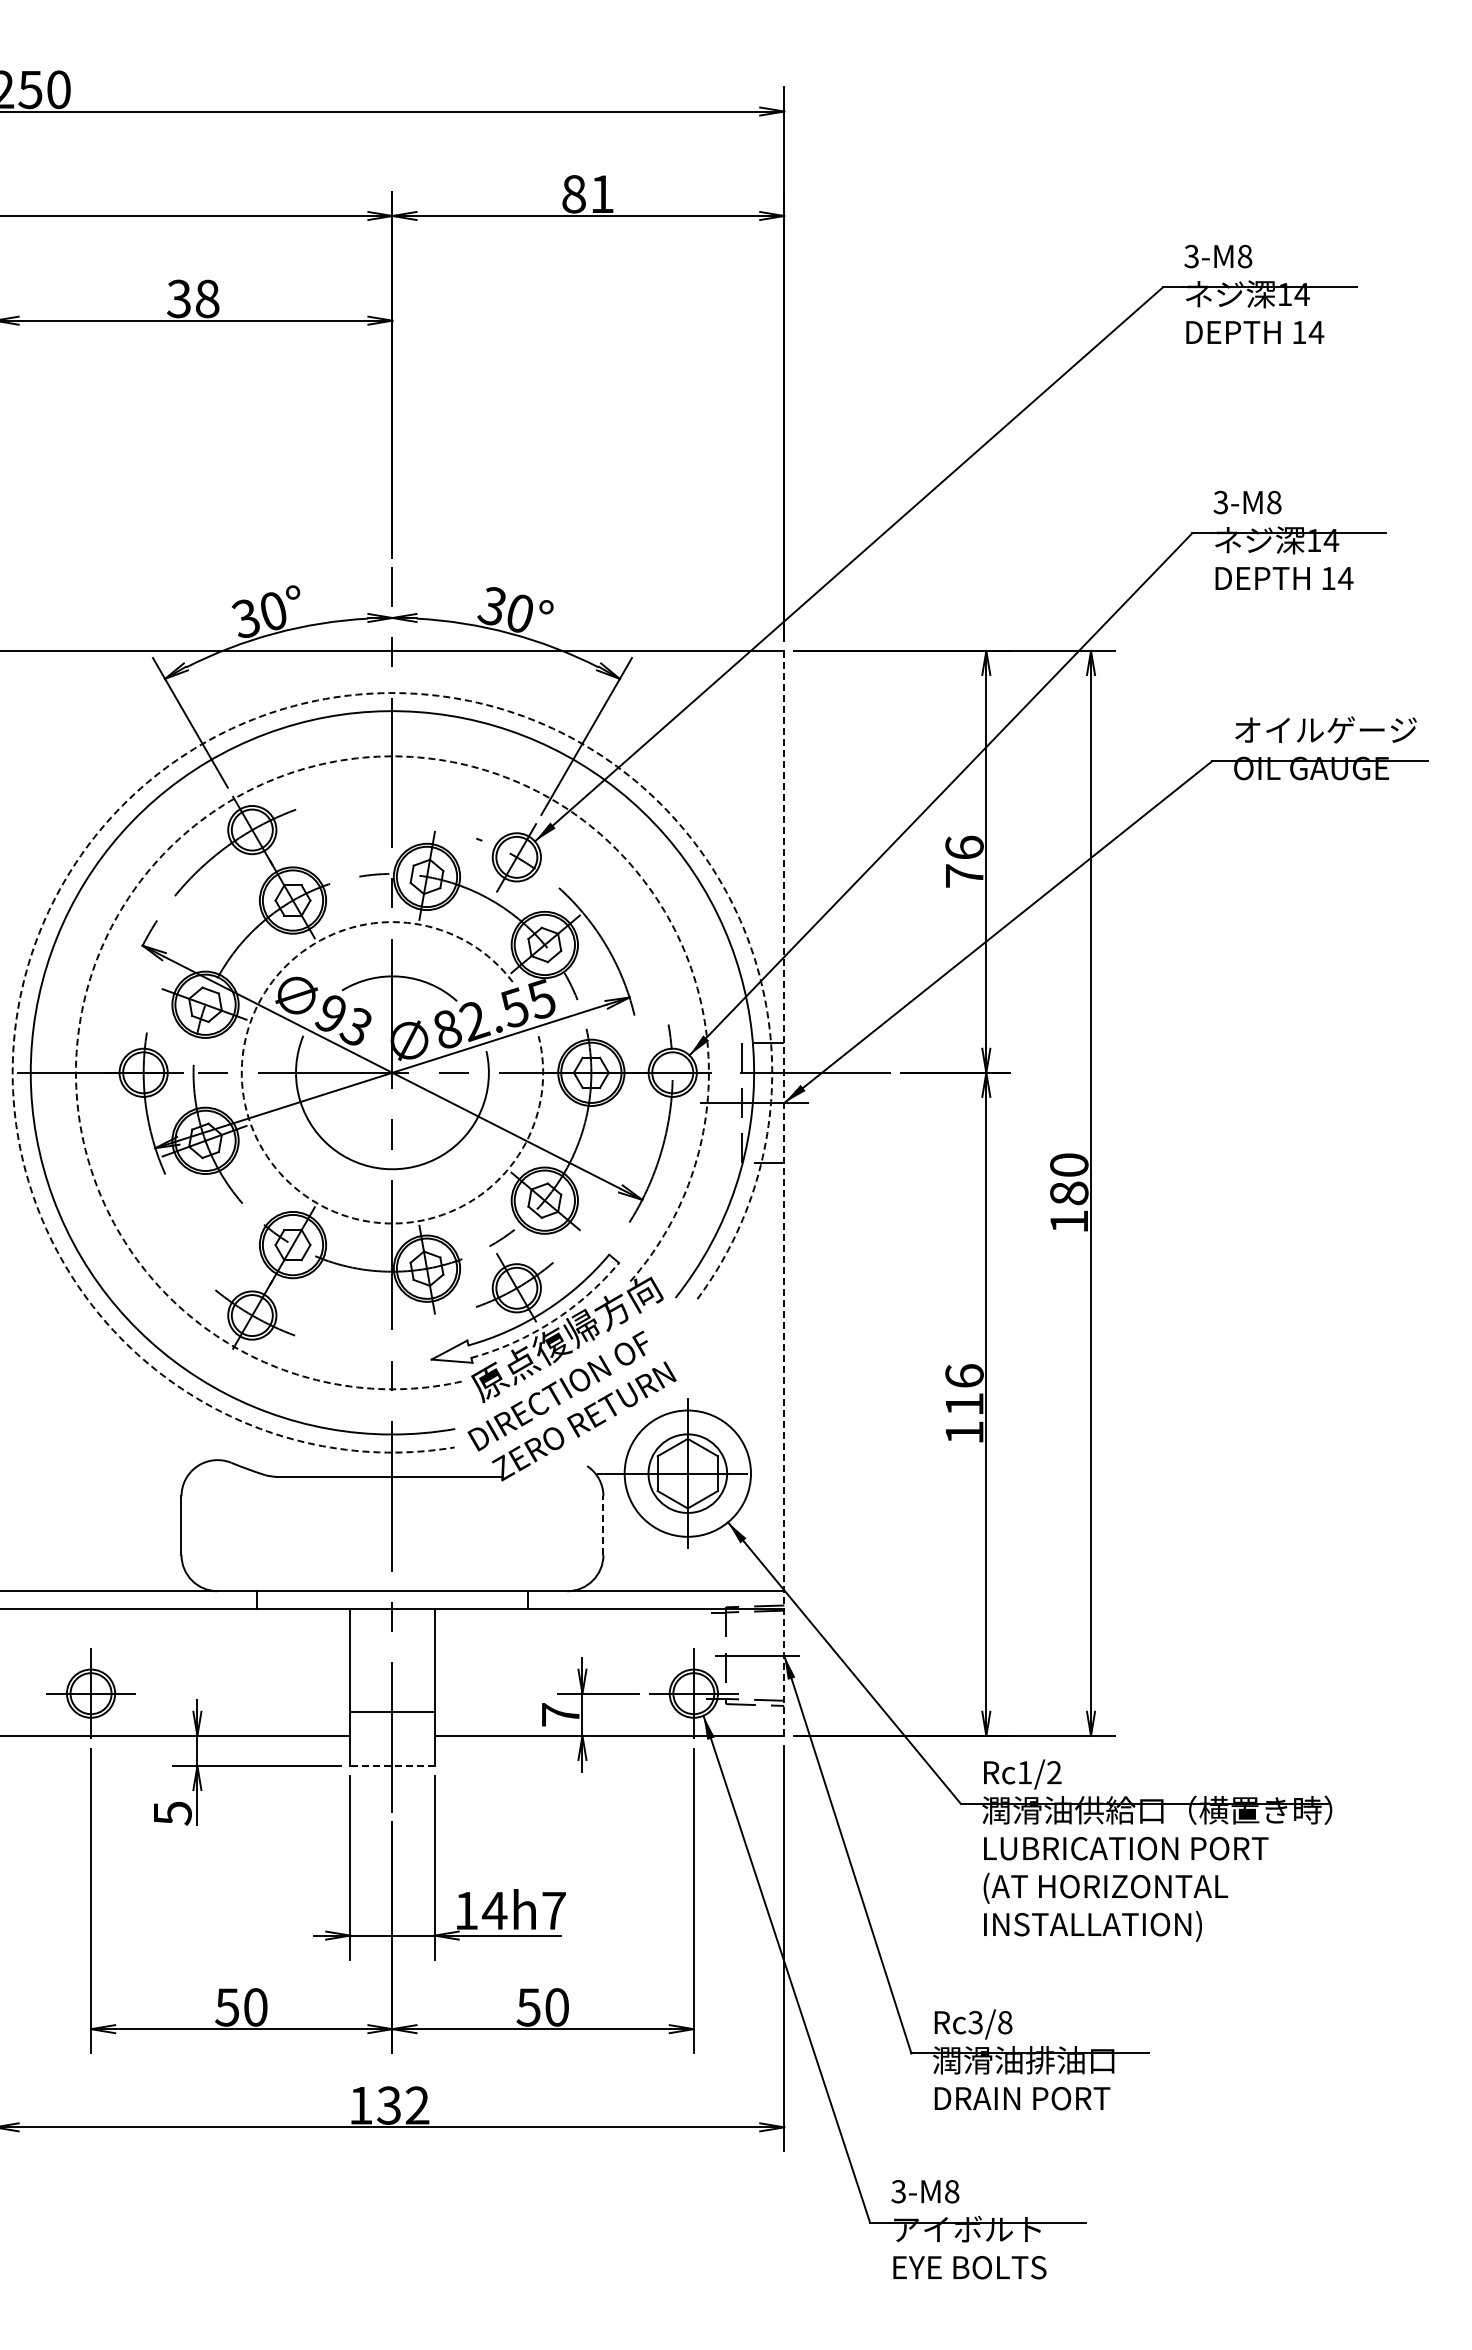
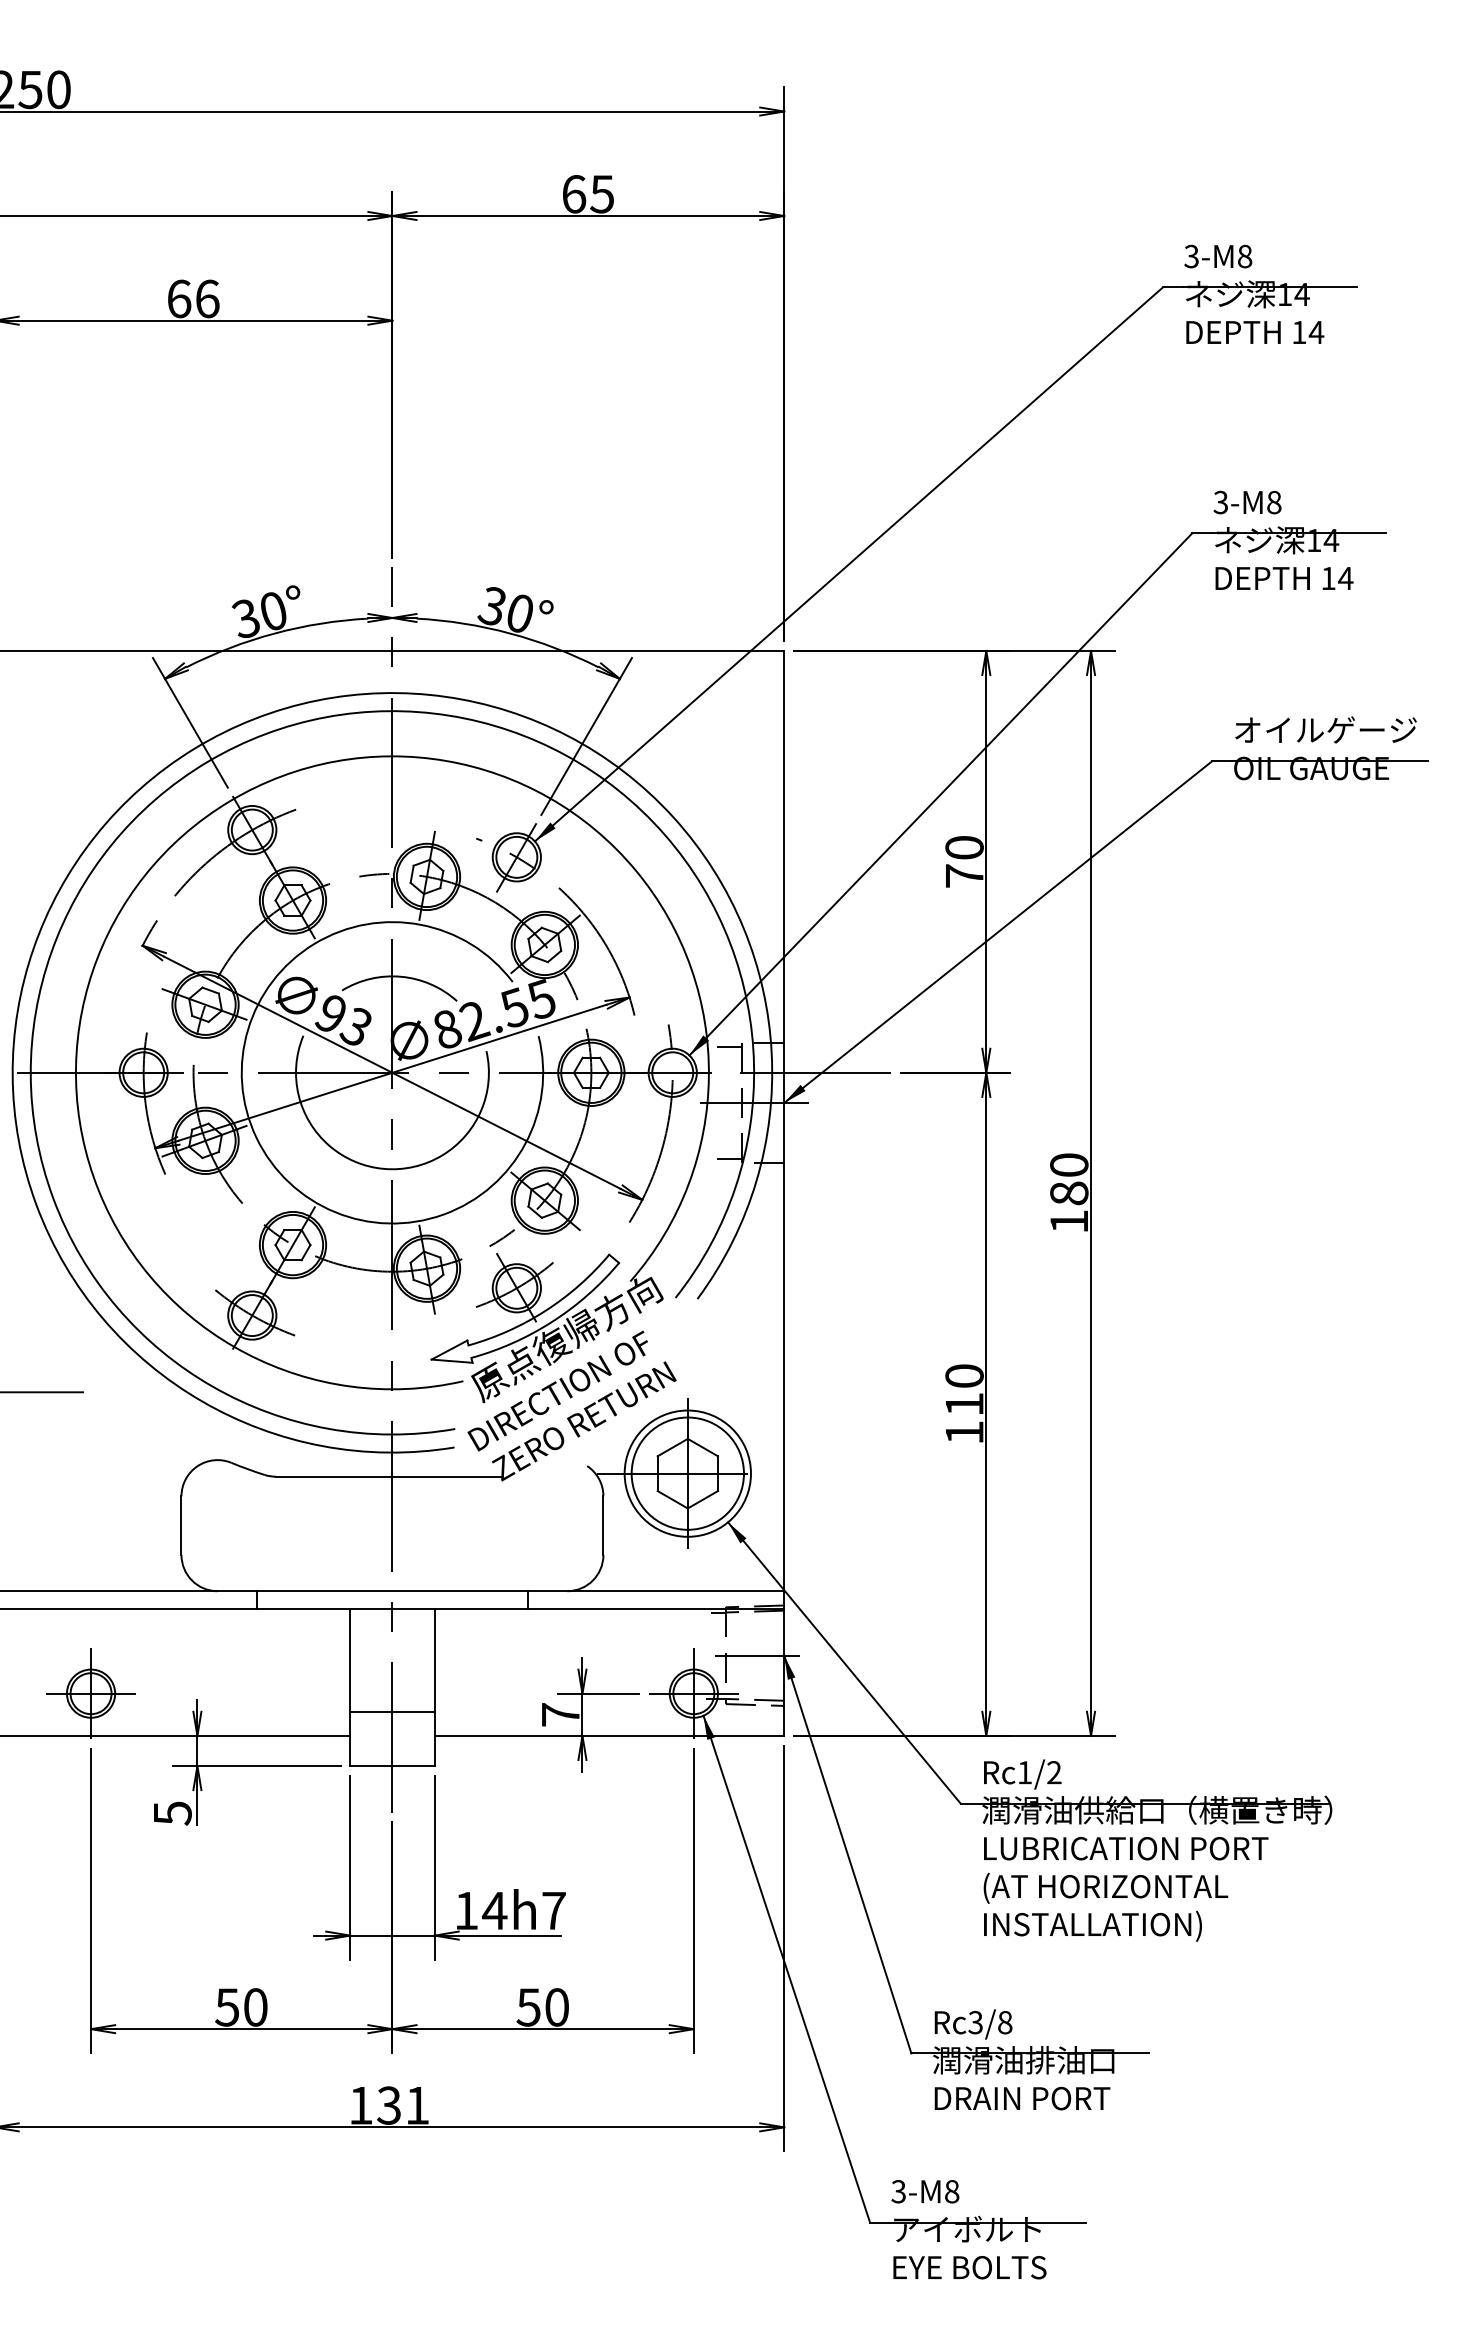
text at (587, 194): 81 -> 65
text at (193, 298): 38 -> 66
arc at (194, 748): dashed -> solid
arc at (230, 801): dashed -> solid
text at (964, 847): 76 -> 70
line at (729, 1047): none -> present
arc at (256, 1137): dashed -> solid
line at (729, 1158): none -> present
line at (784, 1193): dashed -> solid
arc at (552, 1321): dashed -> solid
text at (964, 1375): 116 -> 110
line at (43, 1392): none -> present
circle at (687, 1473) diameter: 79 px -> 112 px
line at (603, 1525): dashed -> solid
line at (391, 1766): dashed -> solid
text at (417, 2105): 132 -> 131
